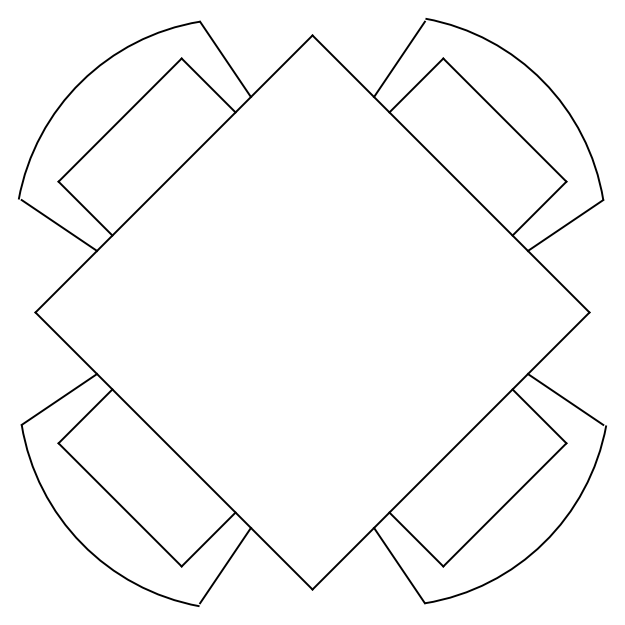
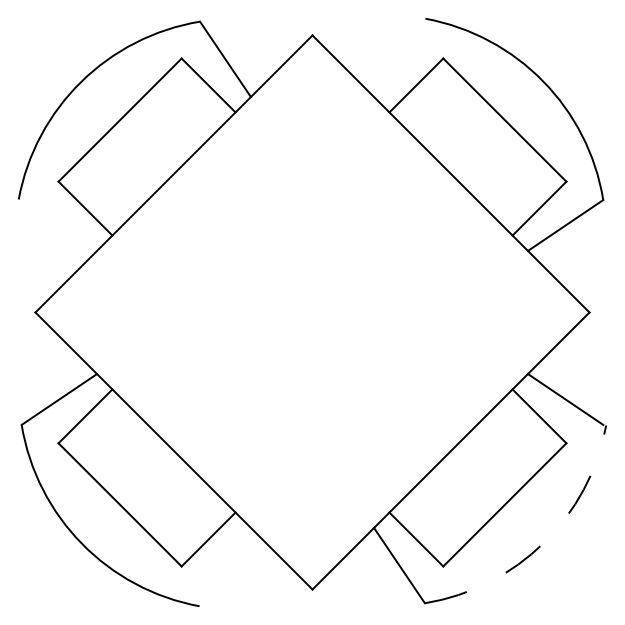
line at (399, 59): present -> none
line at (59, 225): present -> none
arc at (543, 543): solid -> dashed
line at (225, 565): present -> none
